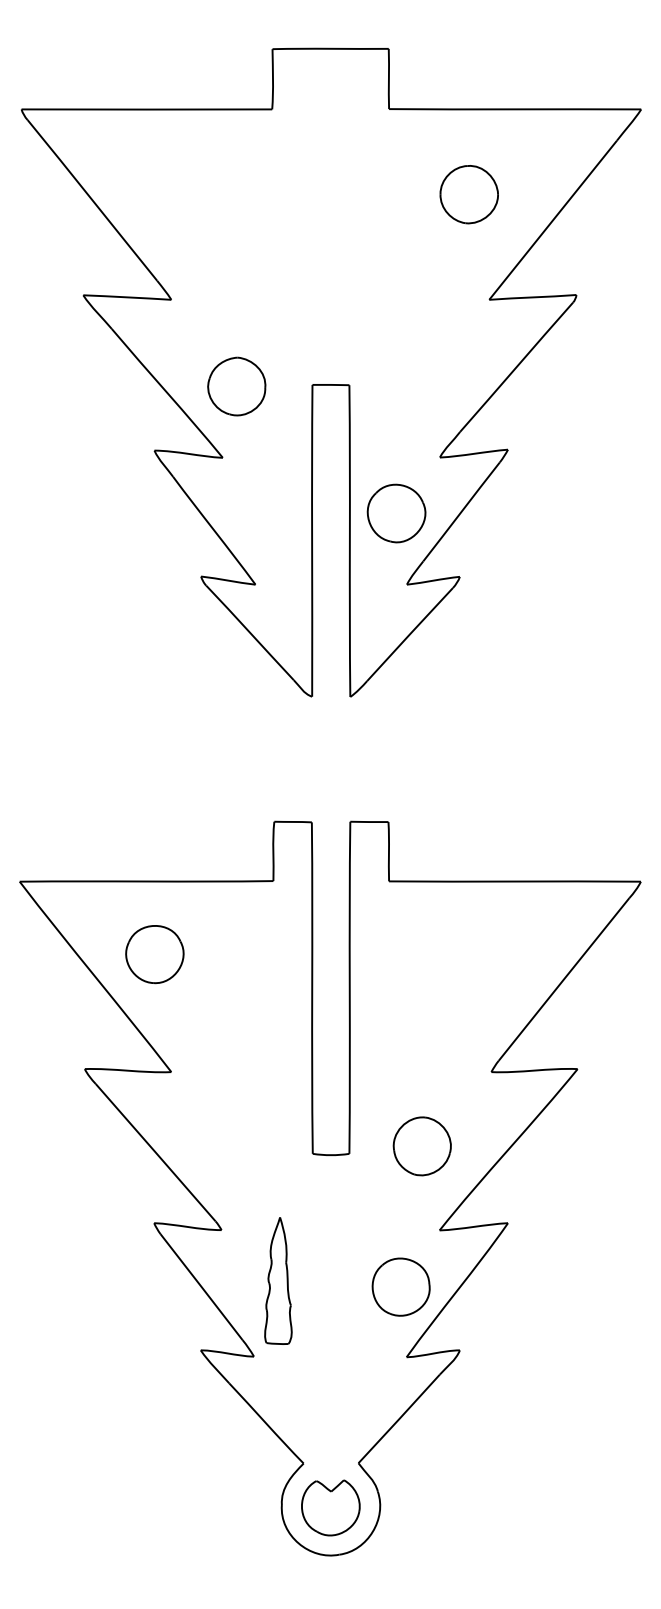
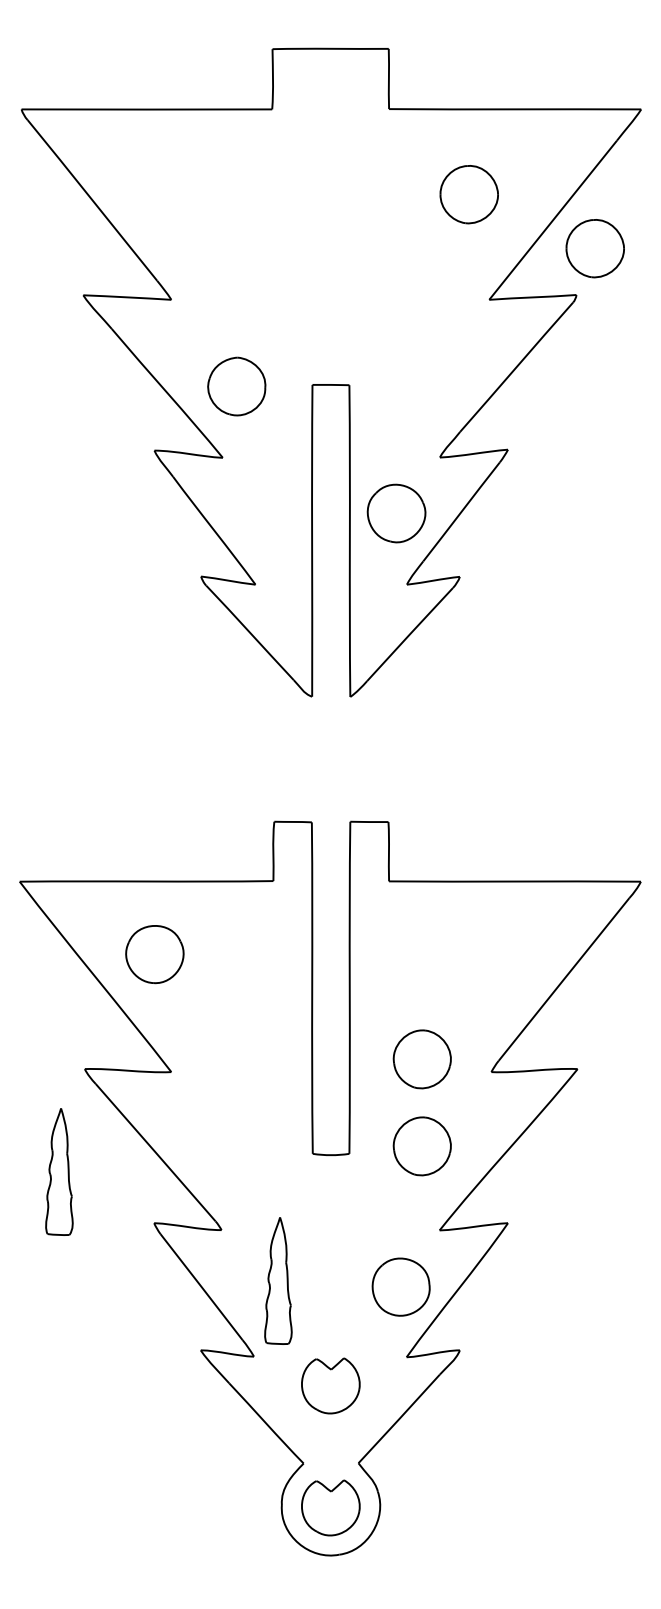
part at (594, 248): none -> present
part at (421, 1059): none -> present
part at (59, 1171): none -> present
part at (330, 1385): none -> present
